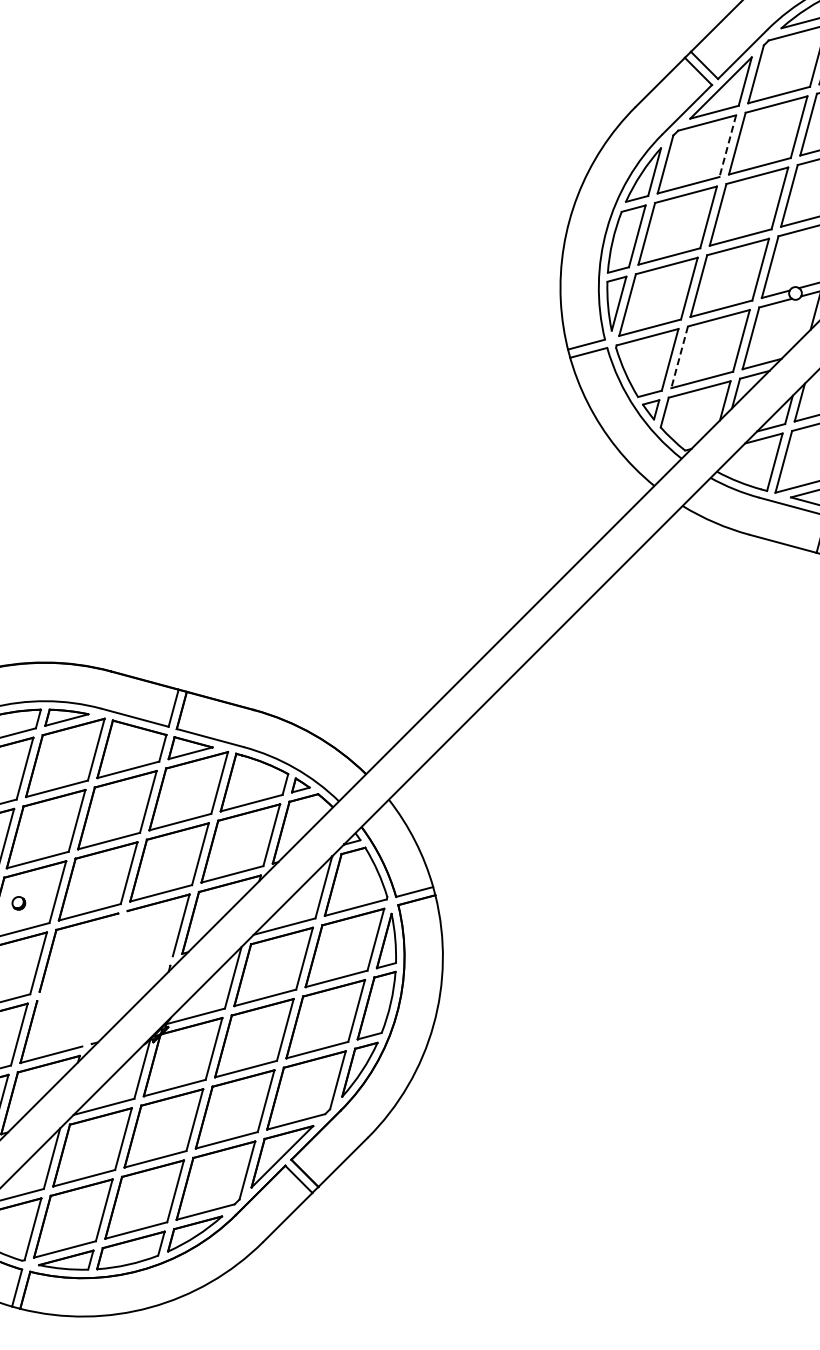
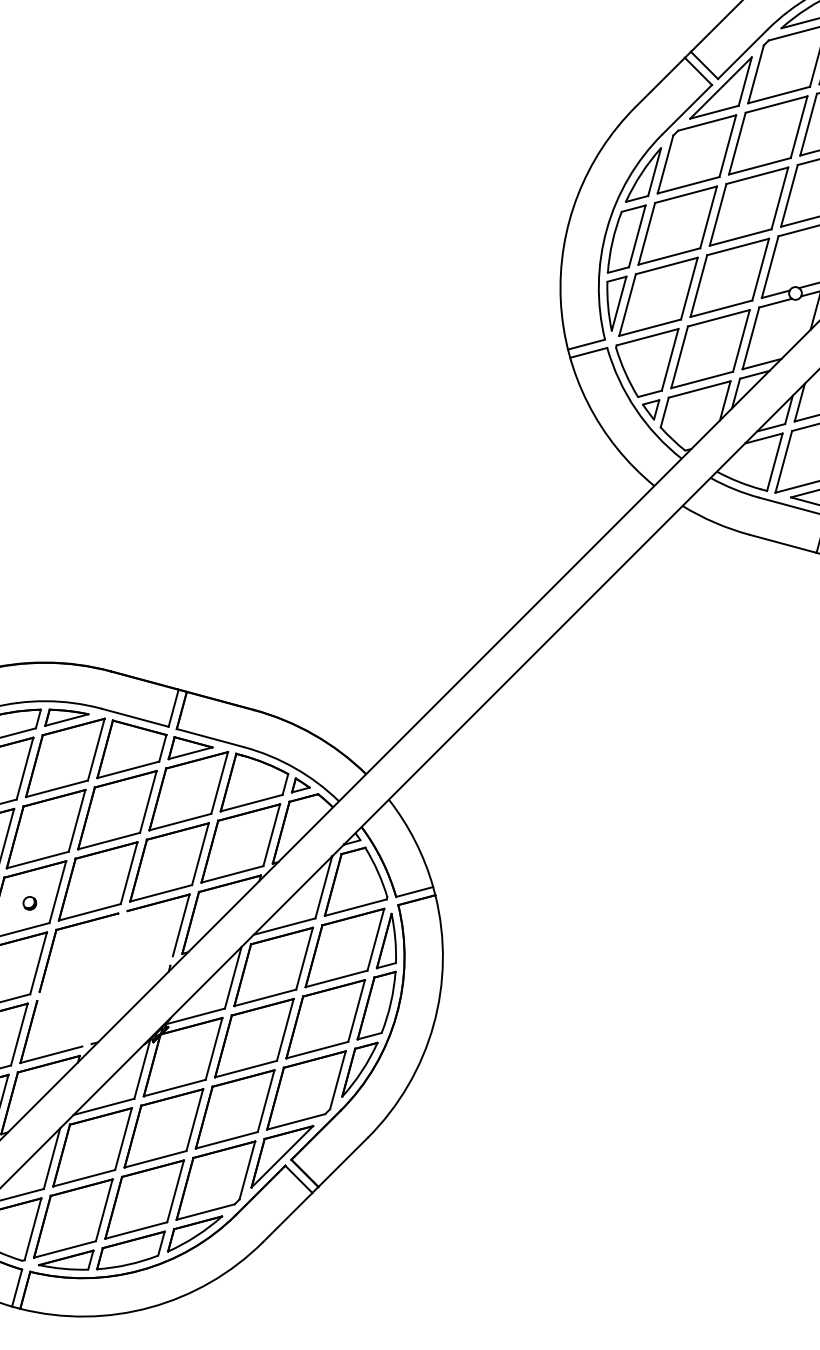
line at (727, 146): dashed -> solid
line at (679, 357): dashed -> solid
part at (18, 903) position: (18, 903) -> (29, 903)
